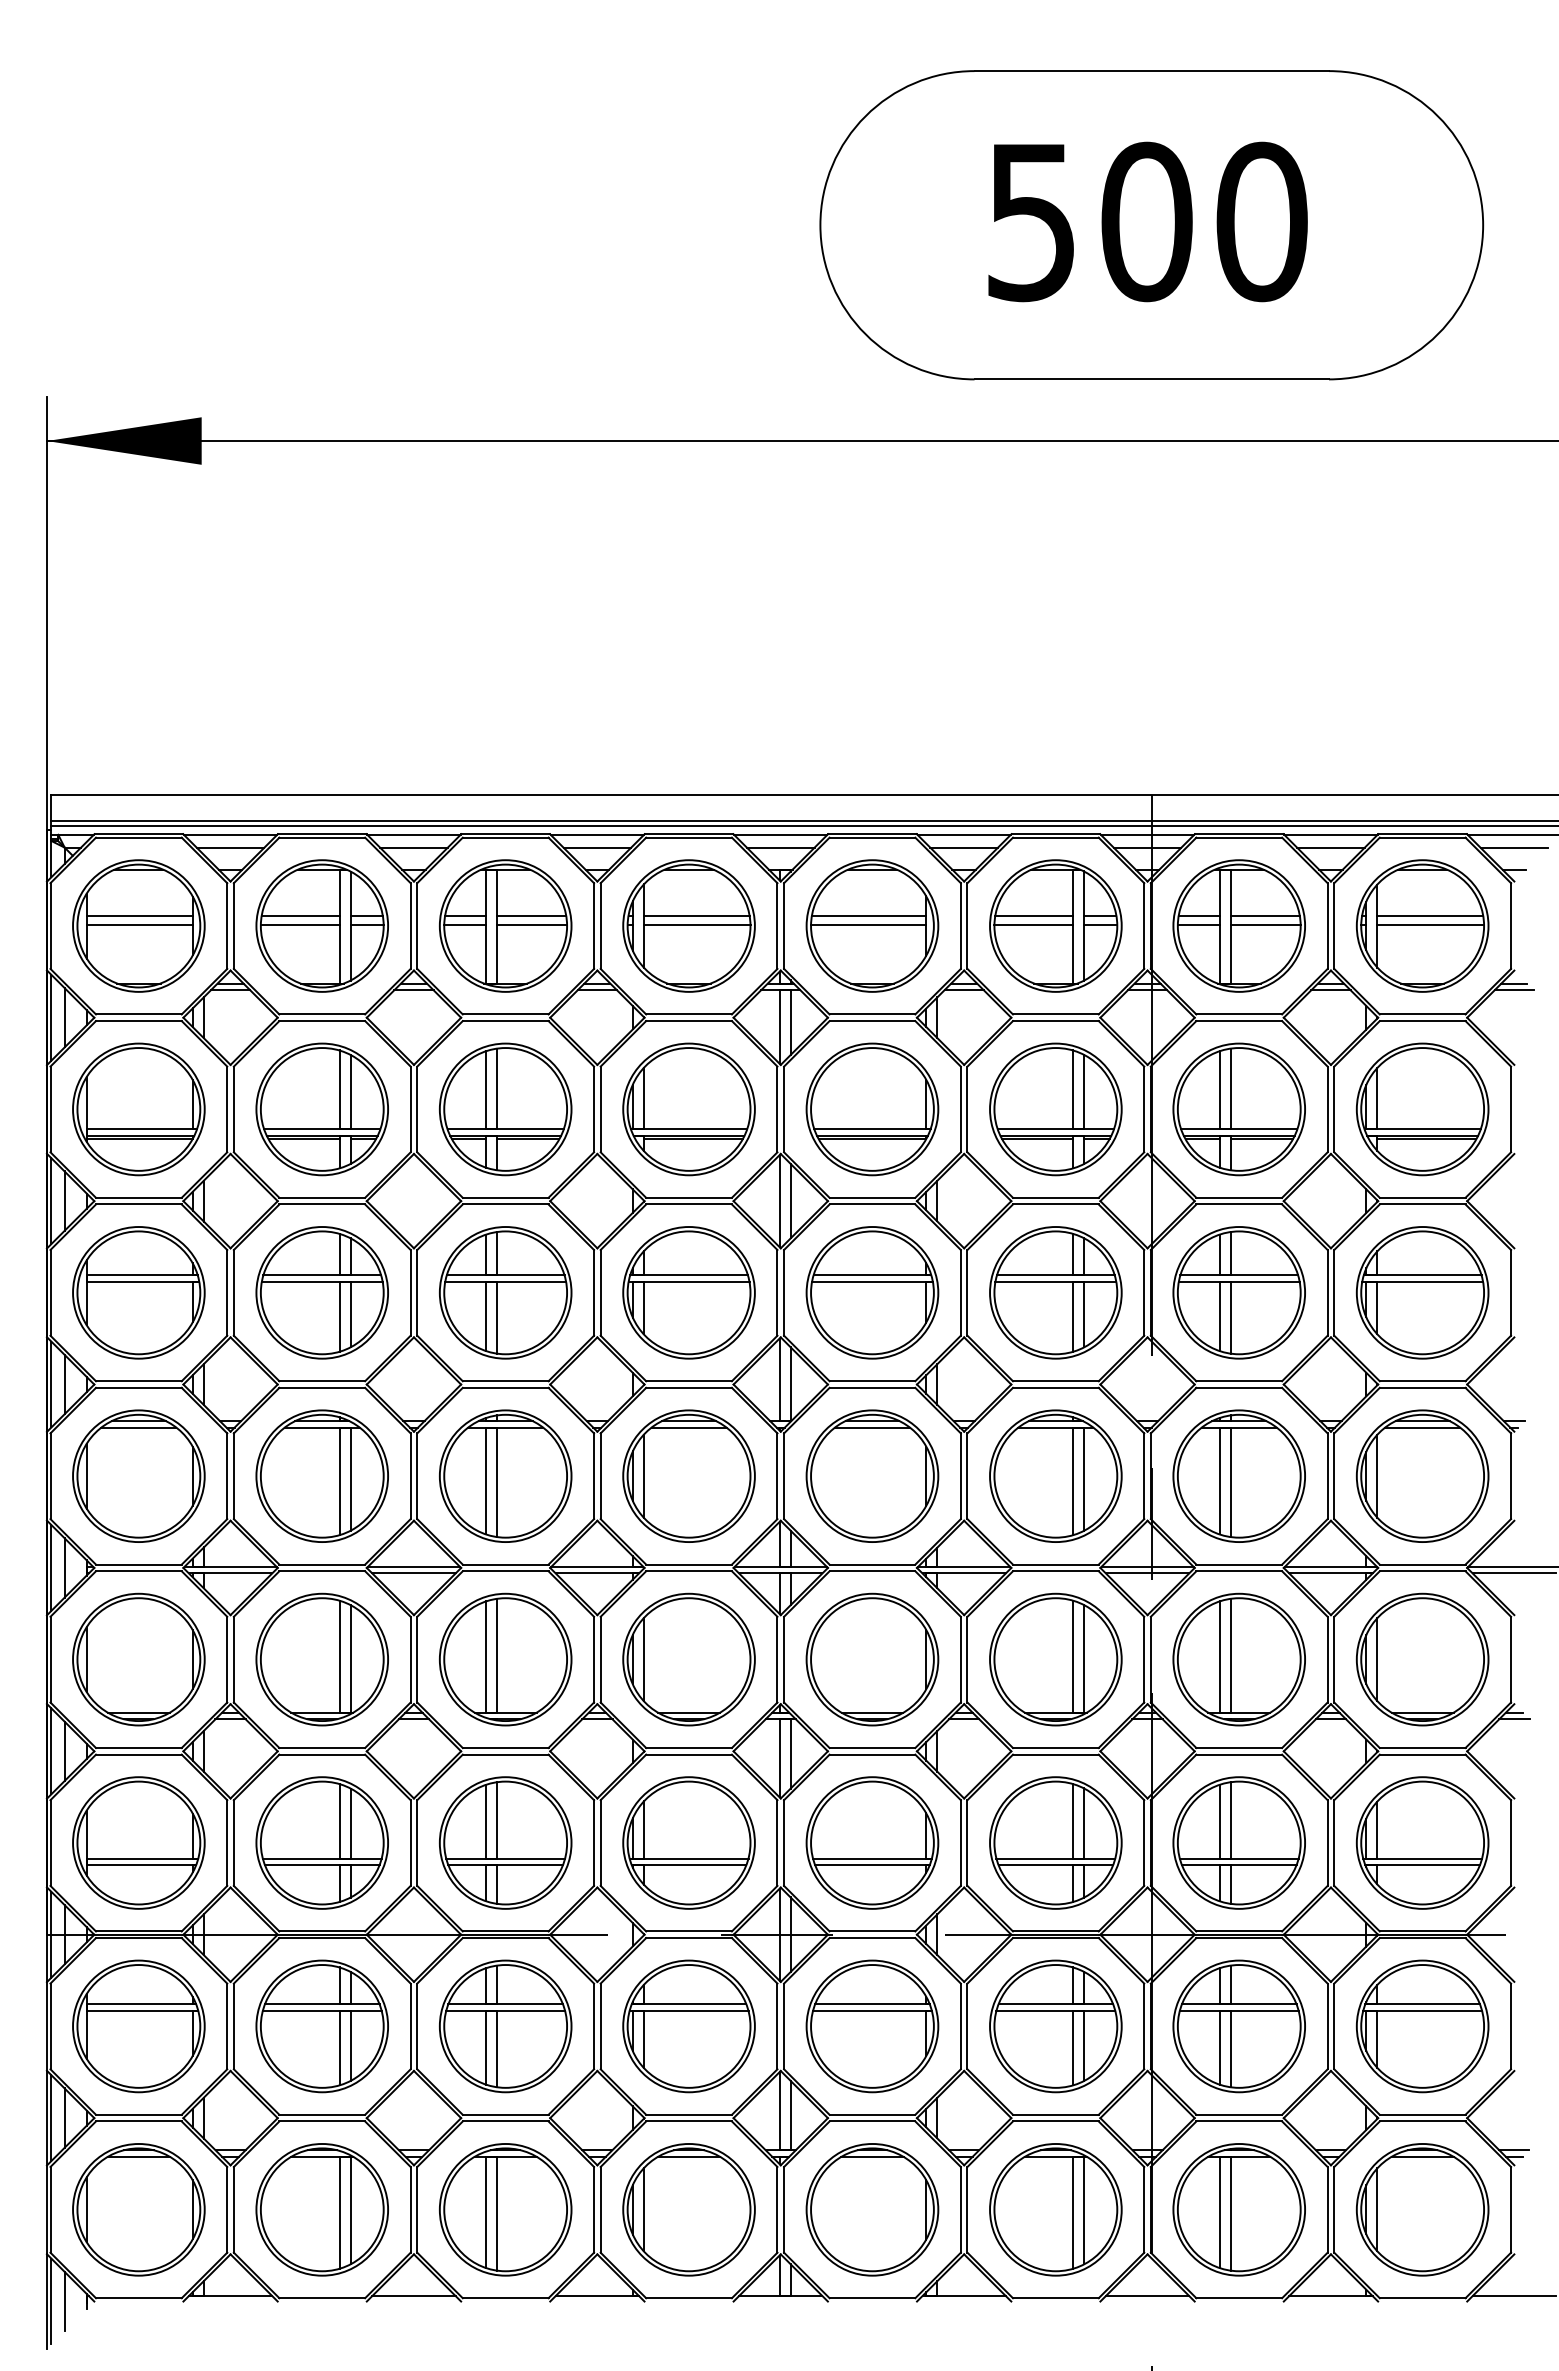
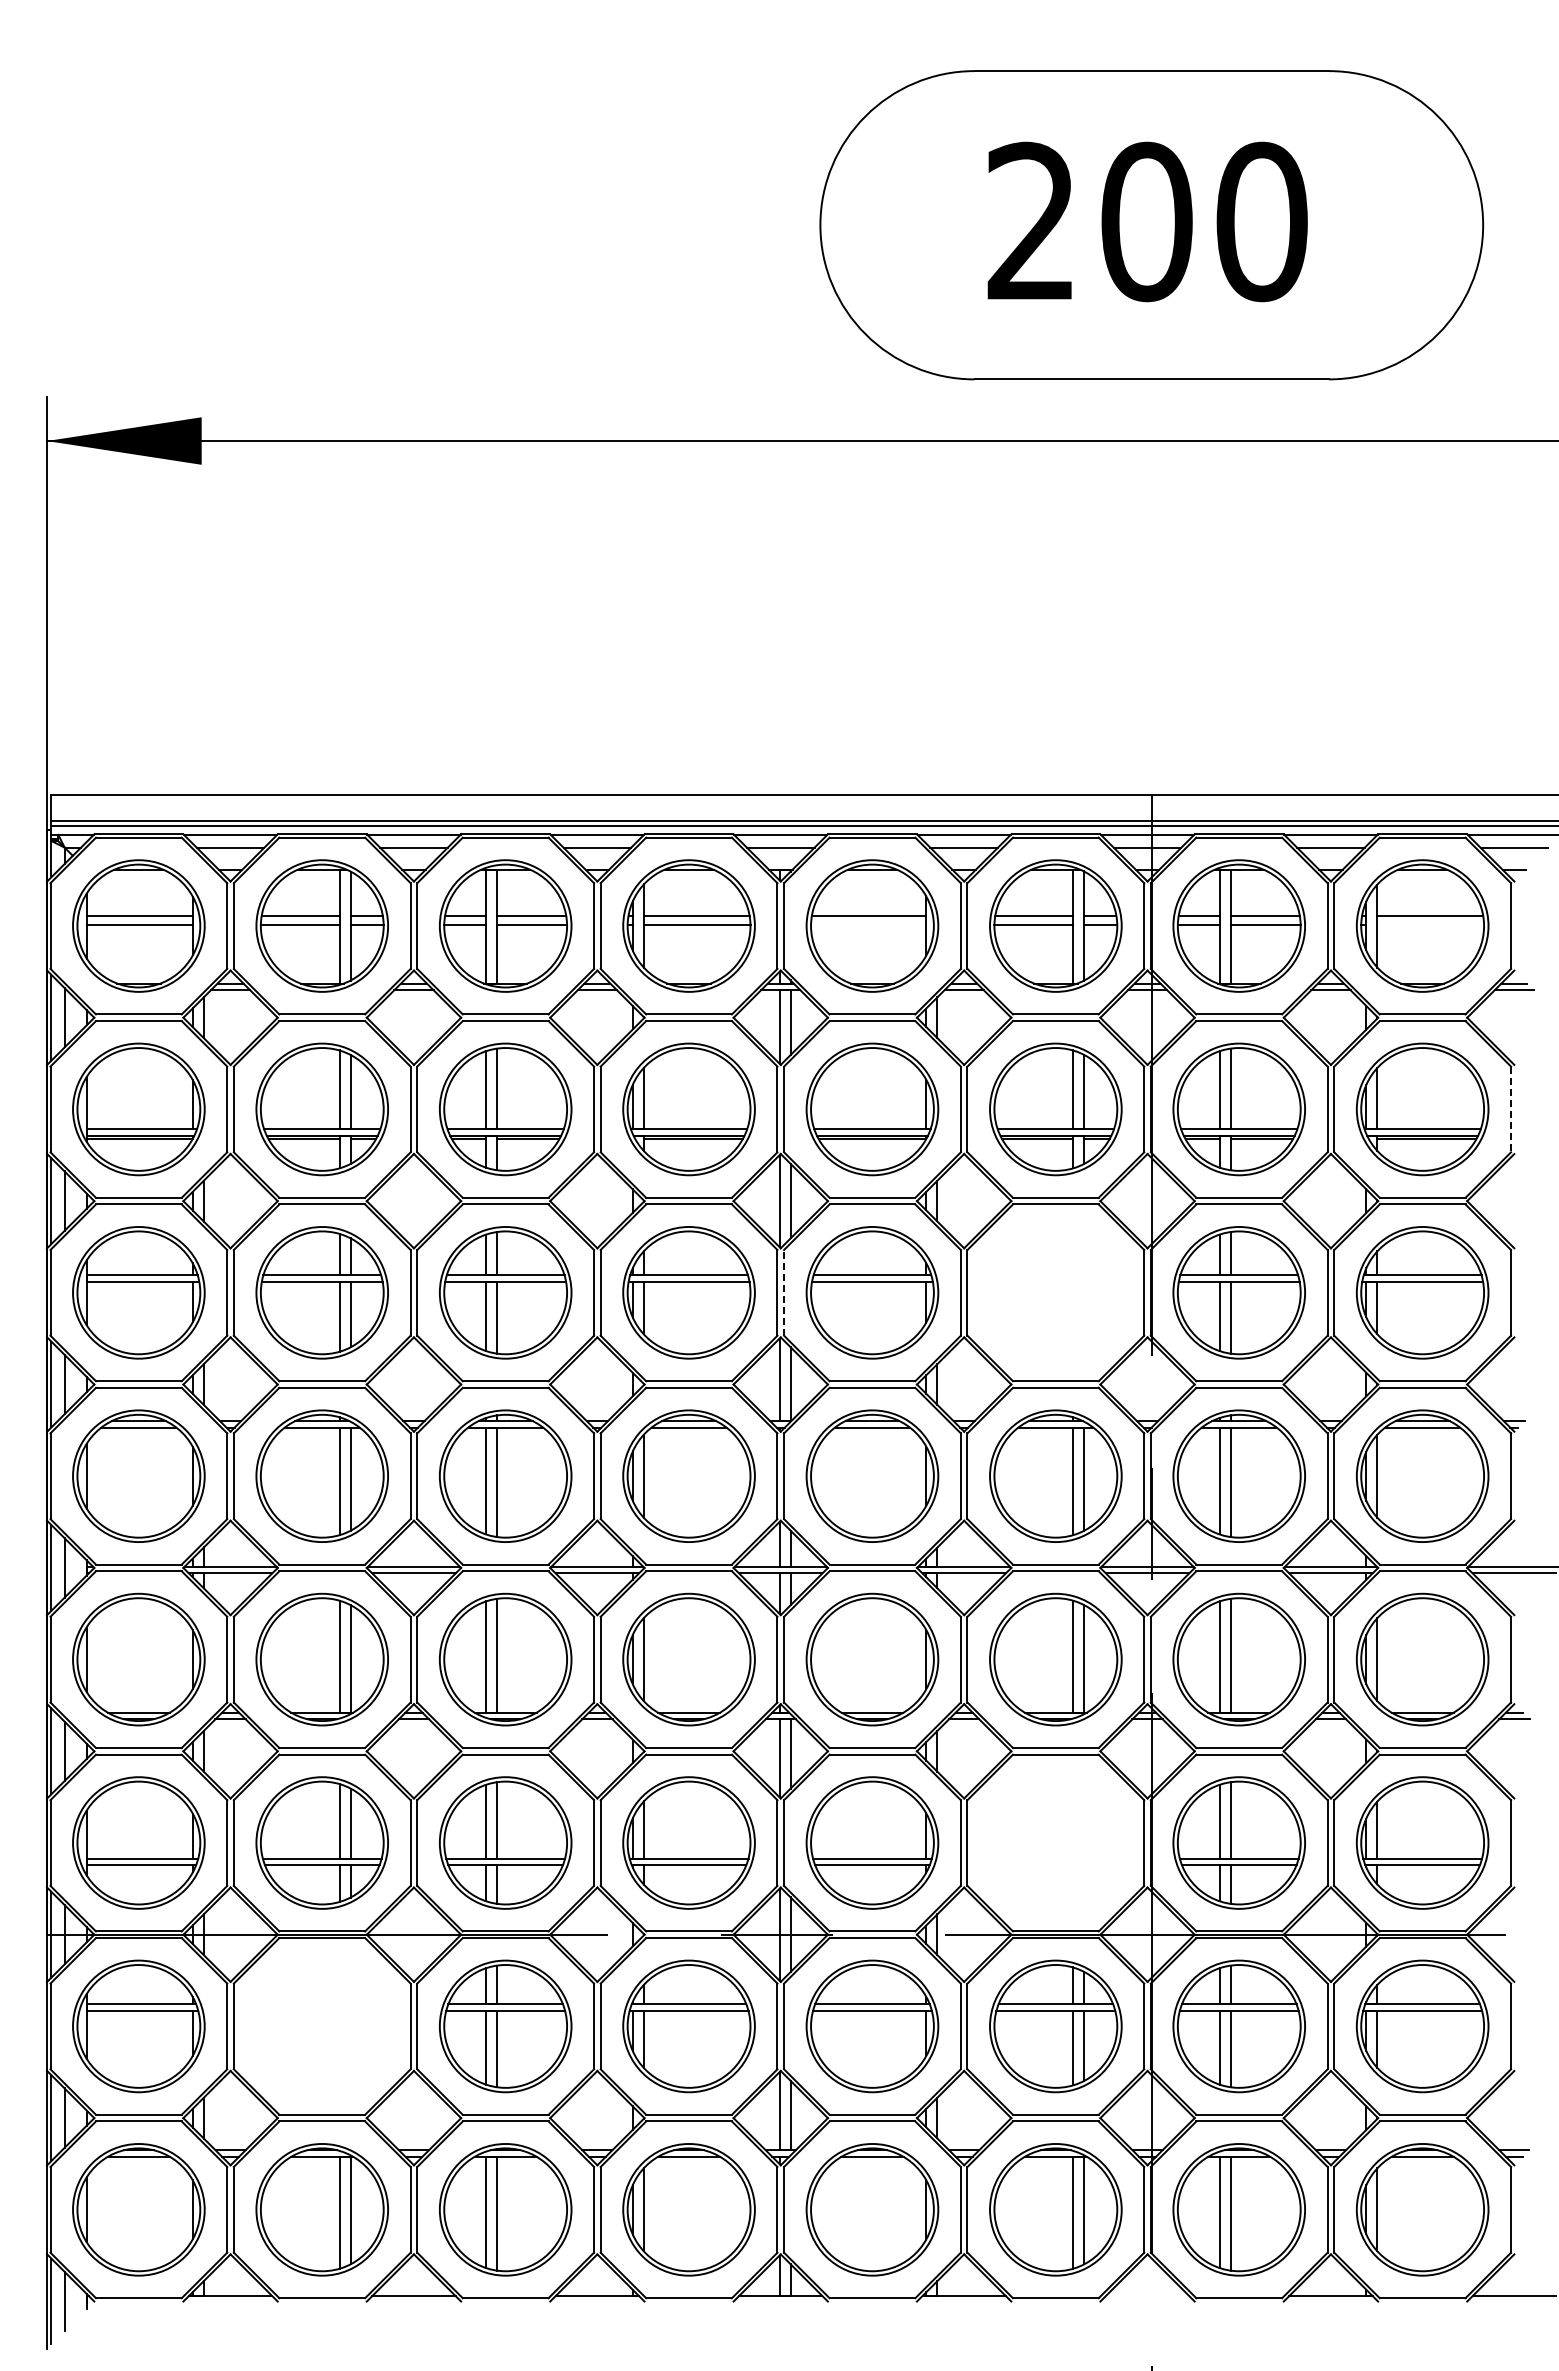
text at (1030, 221): 500 -> 200
line at (868, 924): present -> none
line at (1430, 924): present -> none
line at (1511, 1109): solid -> dashed
line at (784, 1292): solid -> dashed
part at (1055, 1292): present -> none
part at (1055, 1842): present -> none
part at (321, 2026): present -> none
line at (1147, 2296): present -> none
